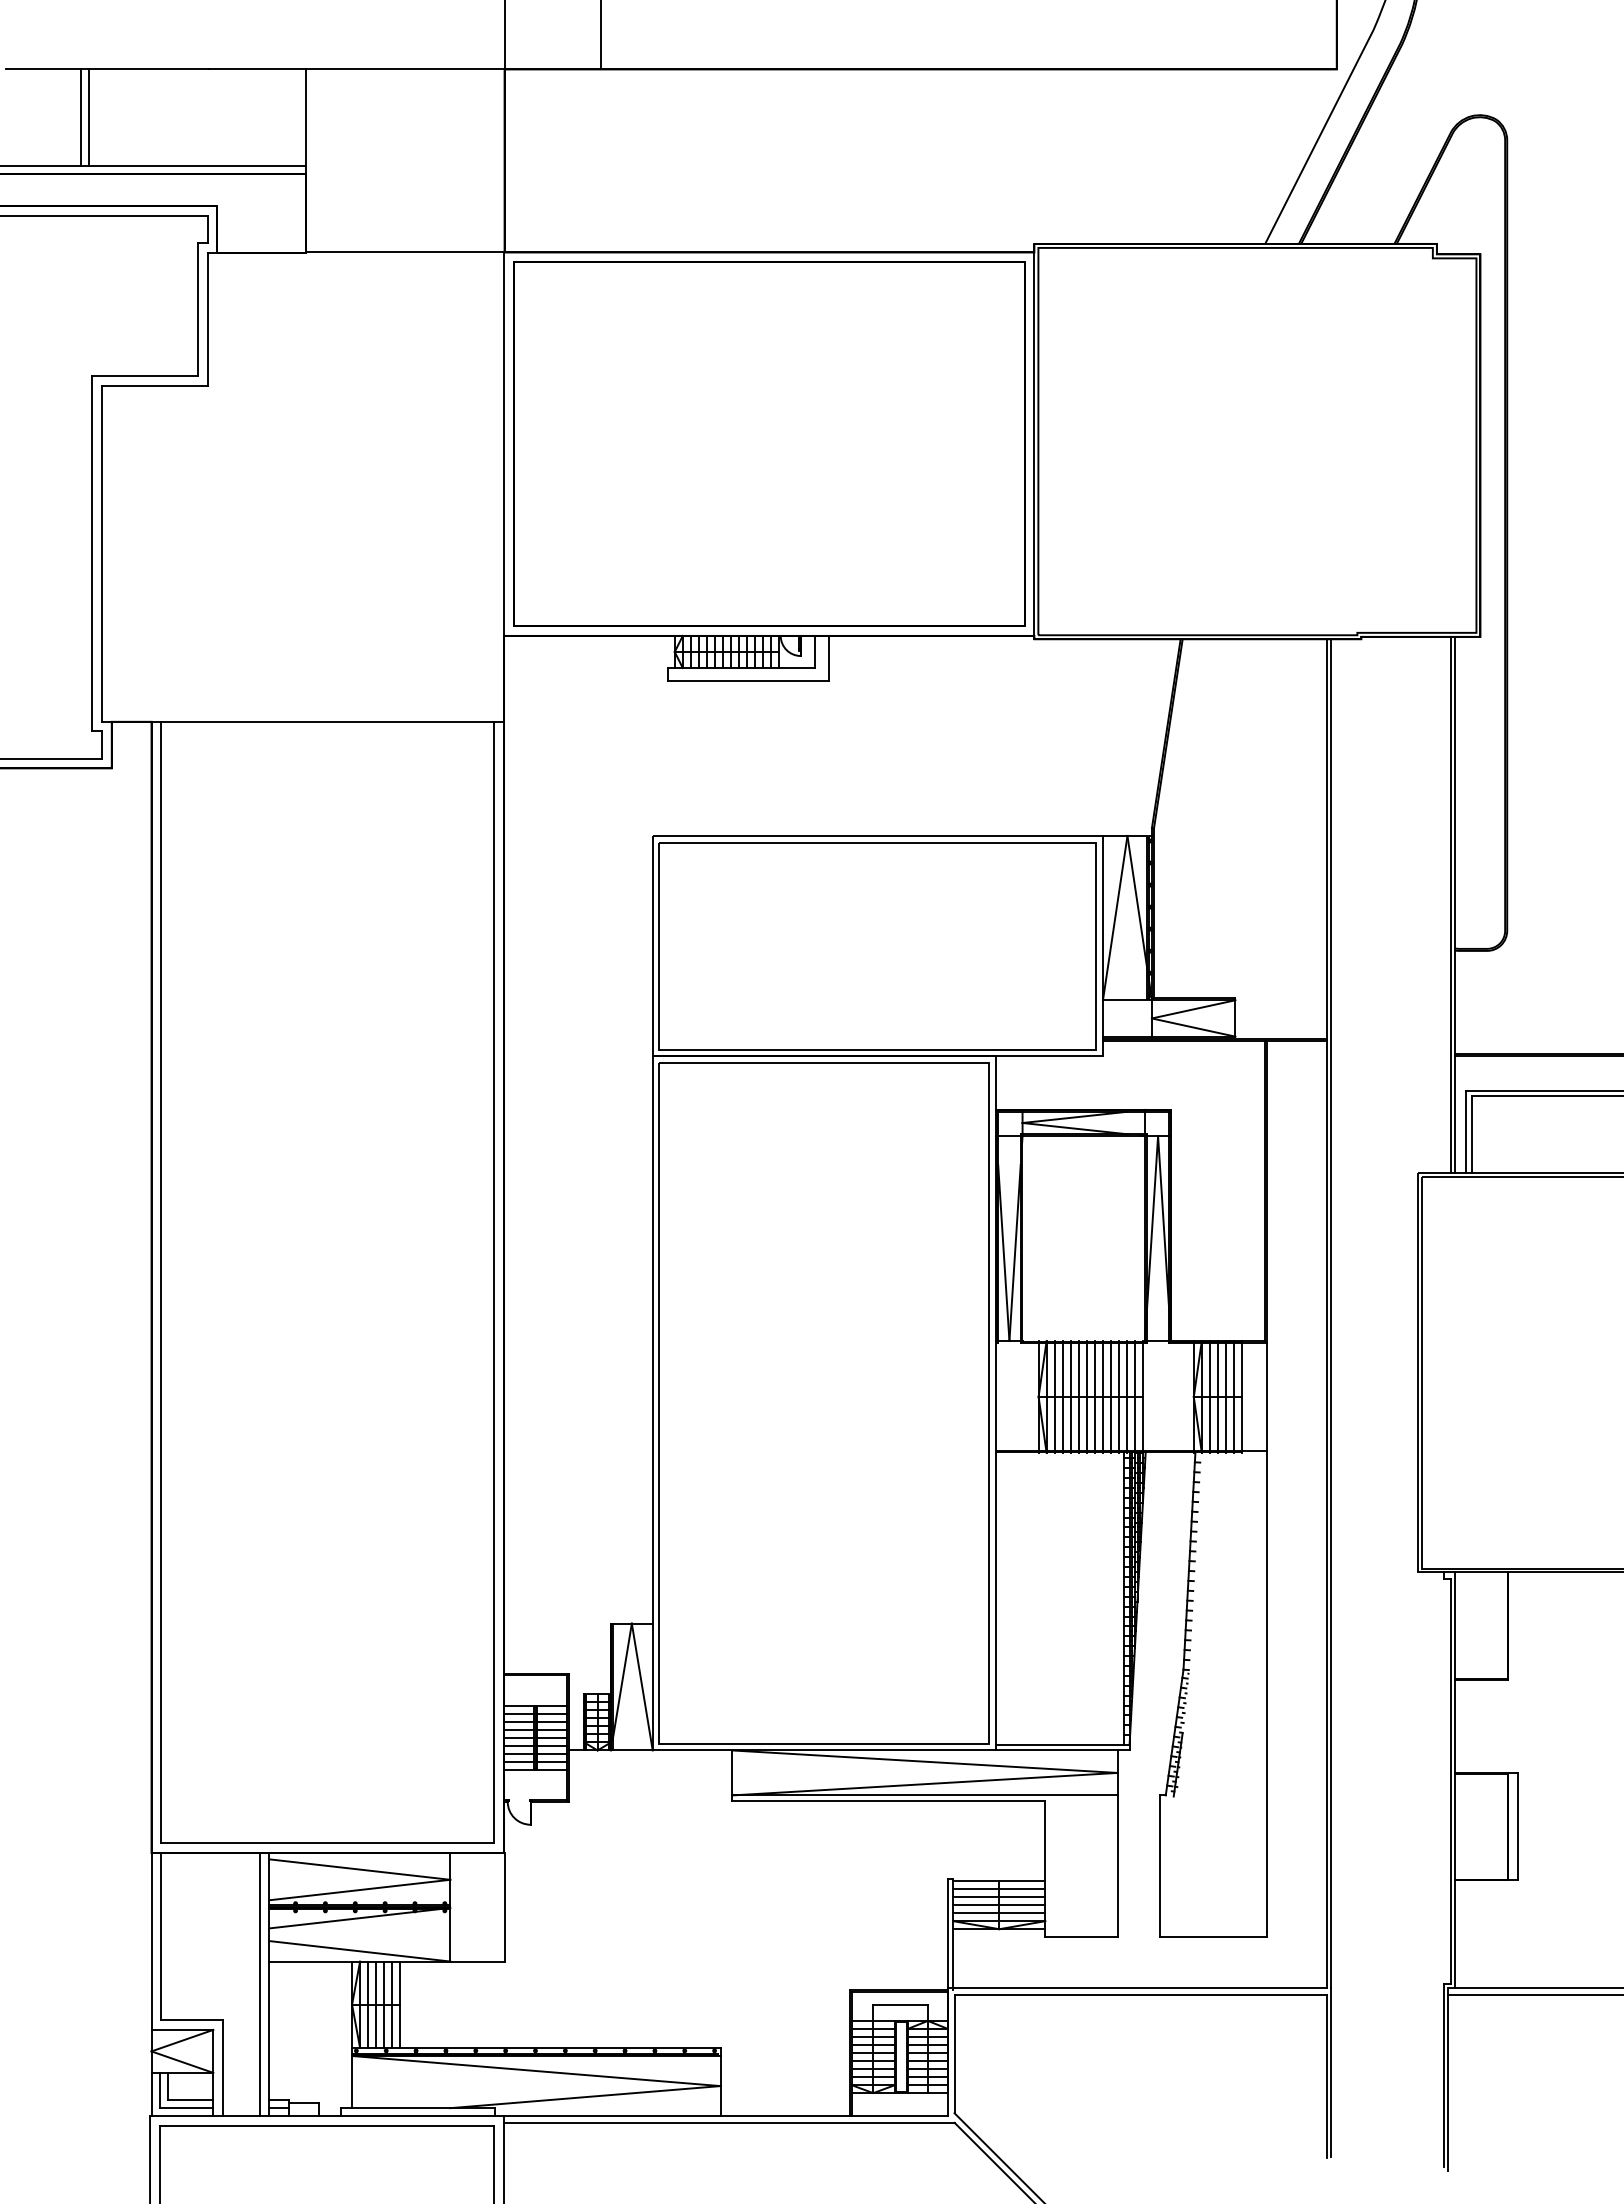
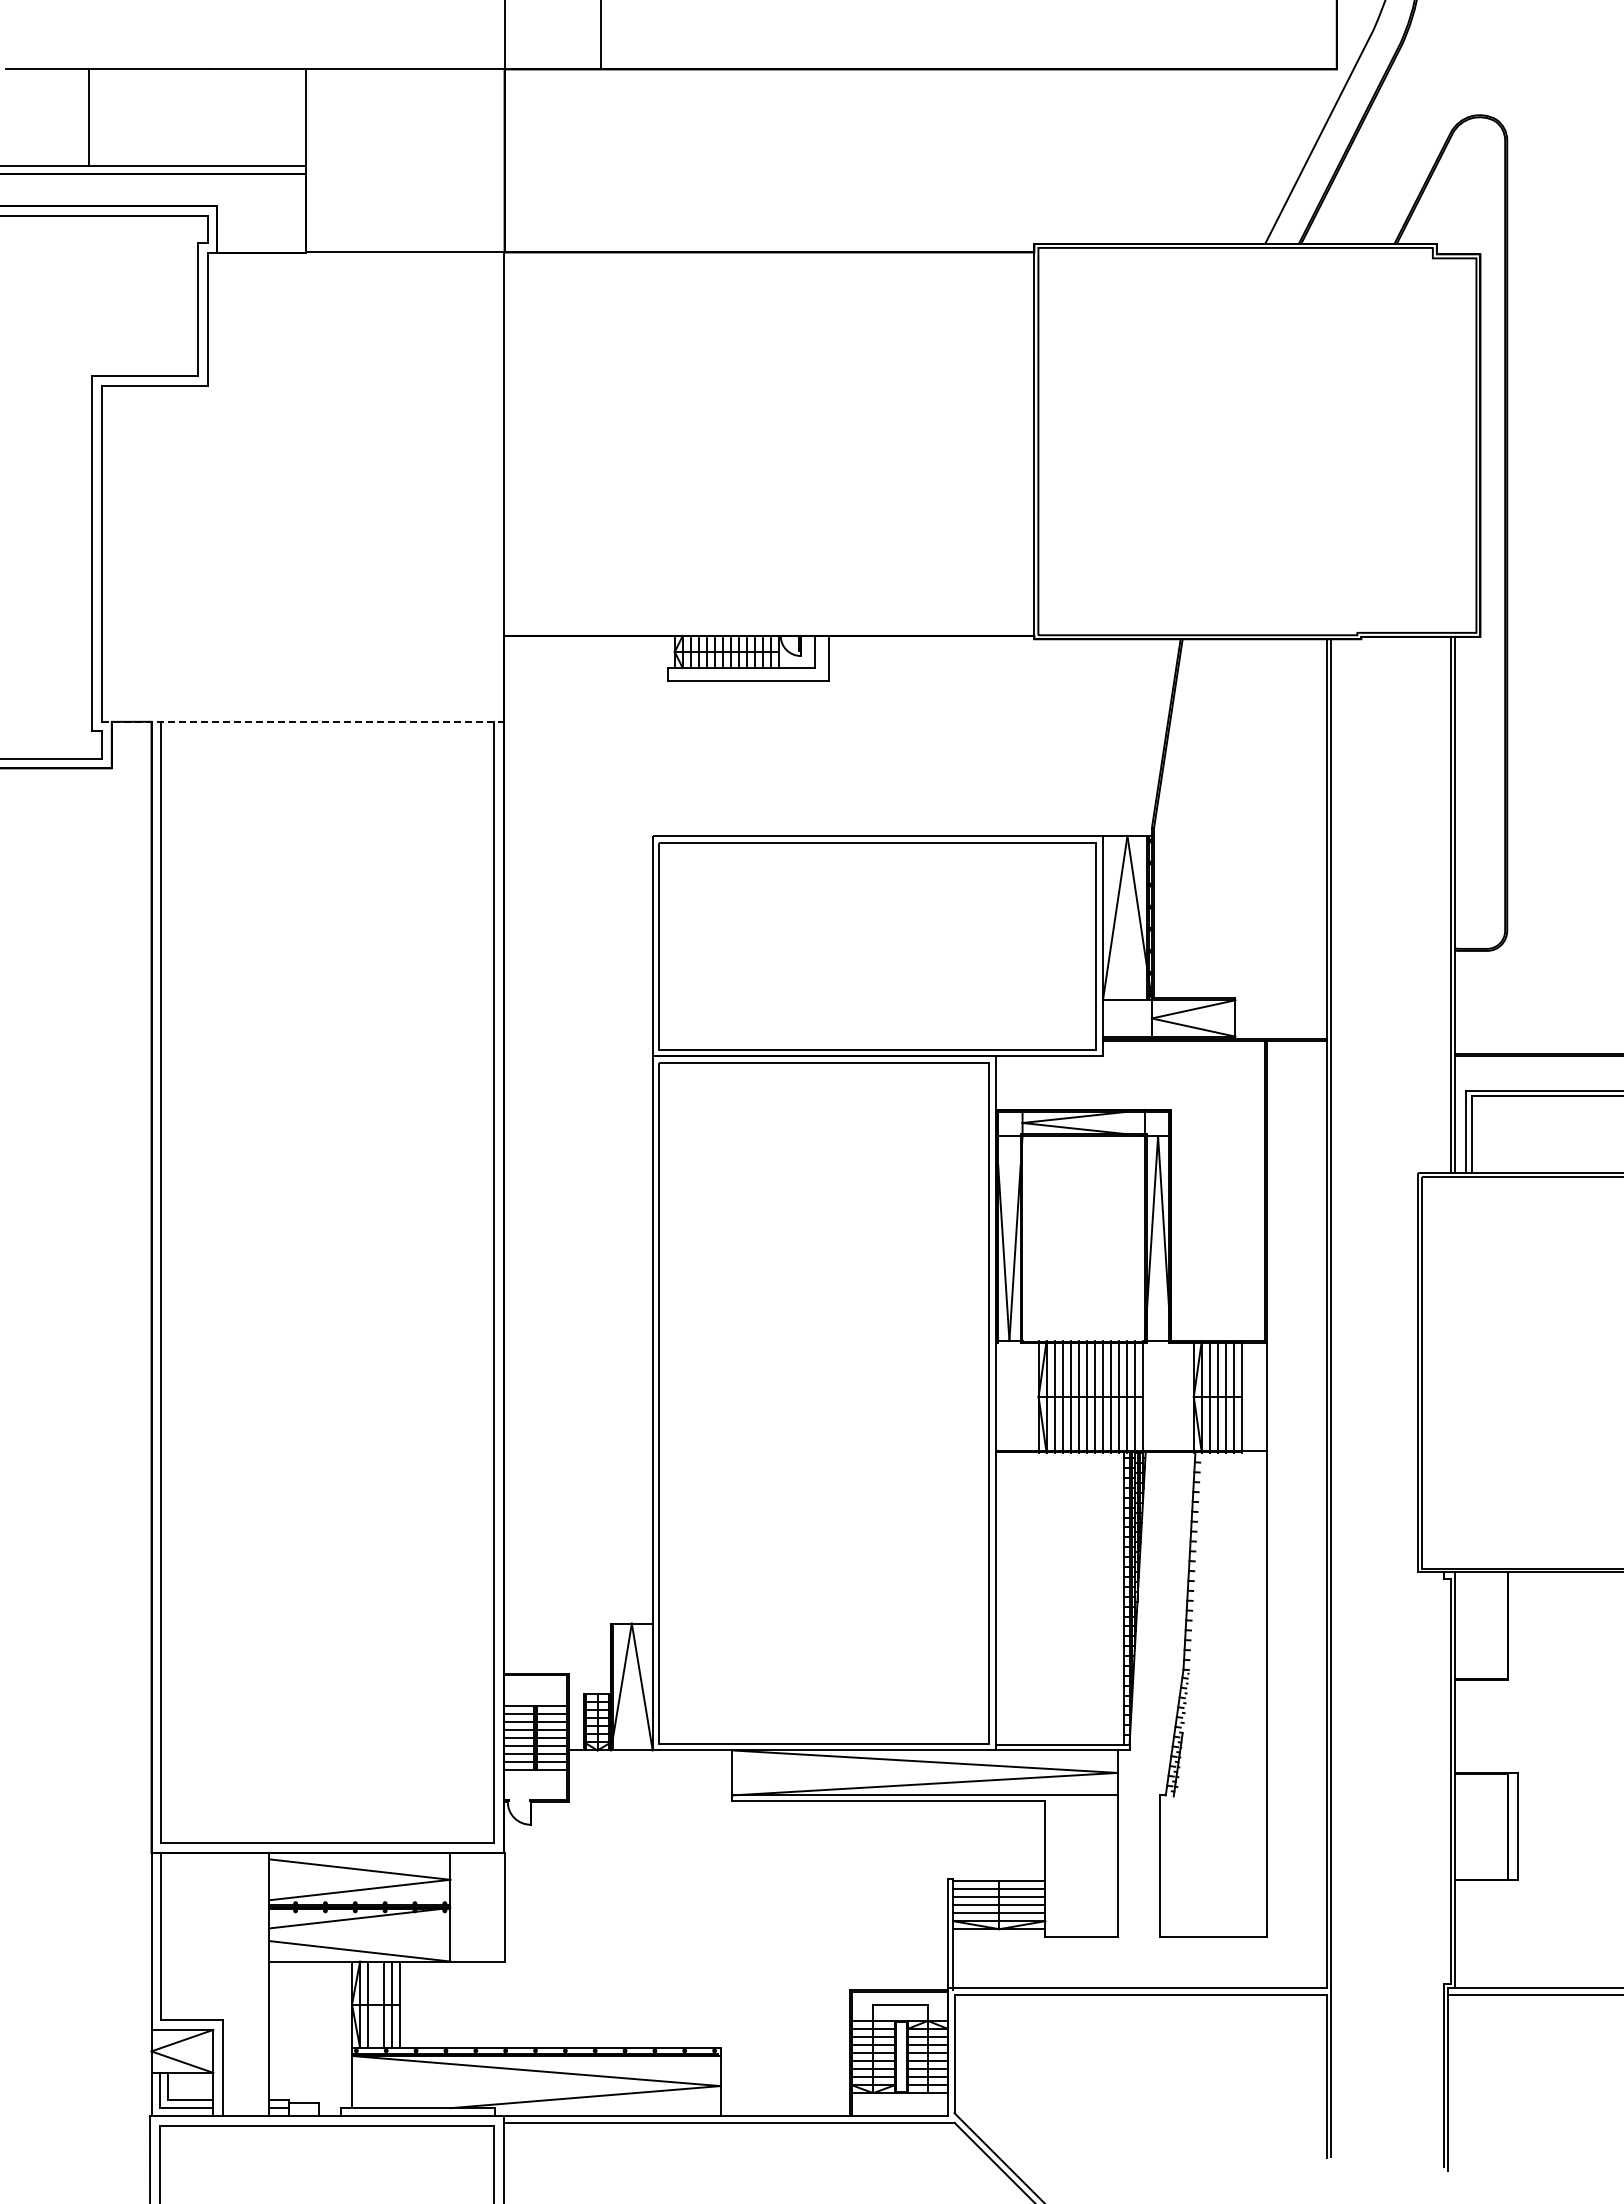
line at (80, 117): present -> none
part at (769, 443): present -> none
line at (303, 721): solid -> dashed
line at (259, 1984): present -> none
line at (376, 2004): present -> none
